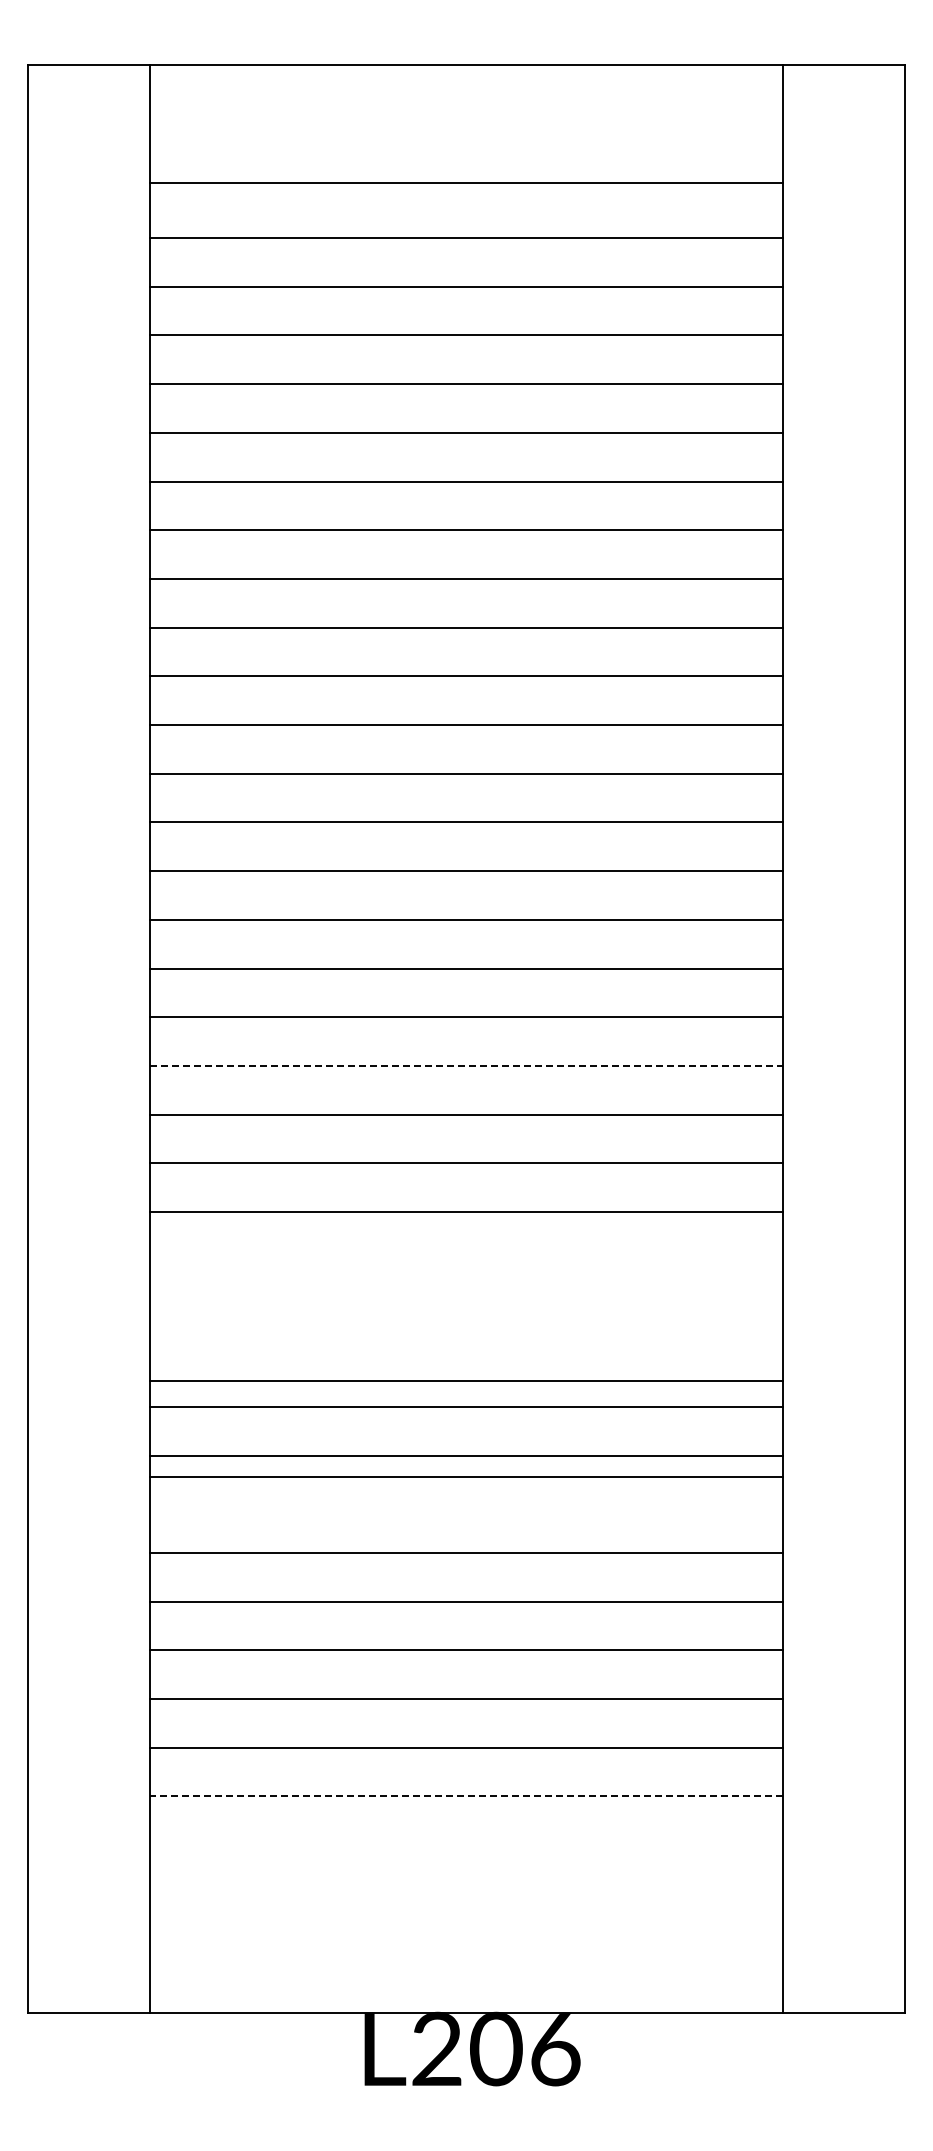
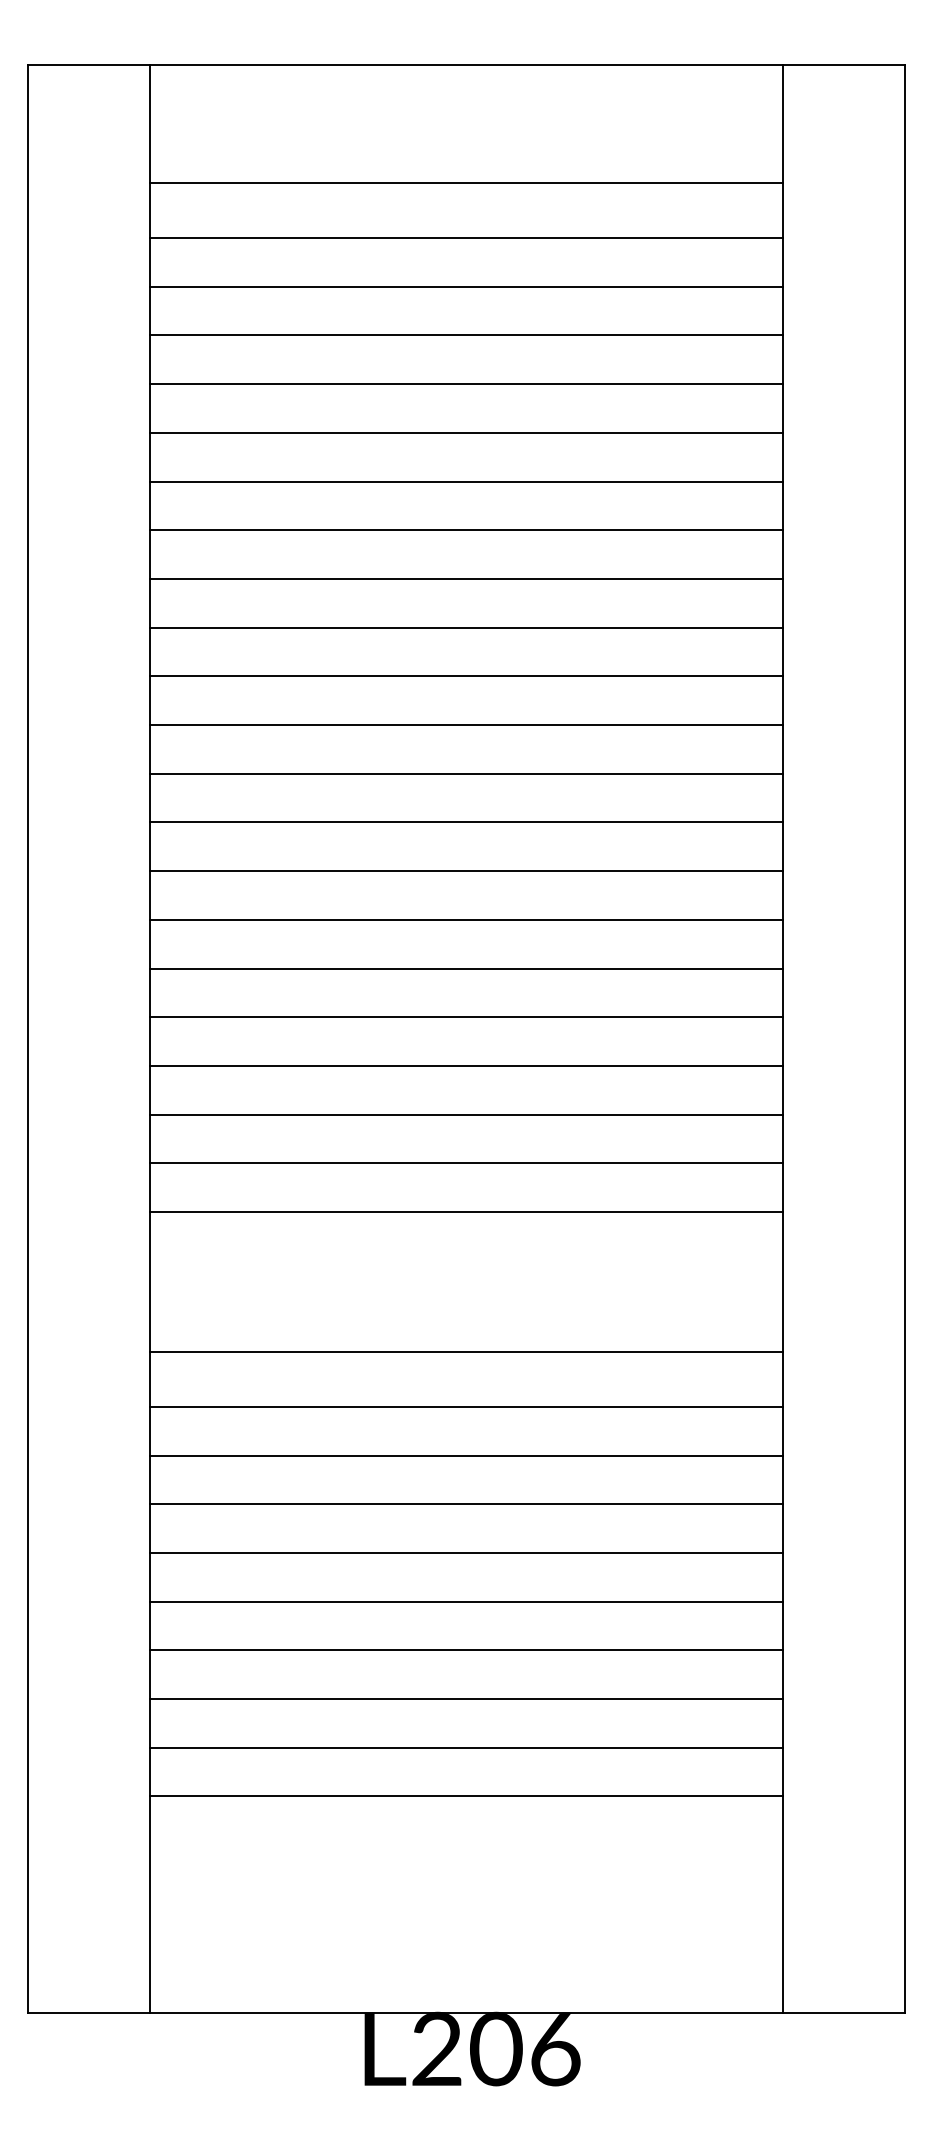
line at (466, 1065): dashed -> solid
line at (466, 1381) position: (466, 1381) -> (466, 1352)
line at (466, 1477) position: (466, 1477) -> (466, 1504)
line at (466, 1796): dashed -> solid
